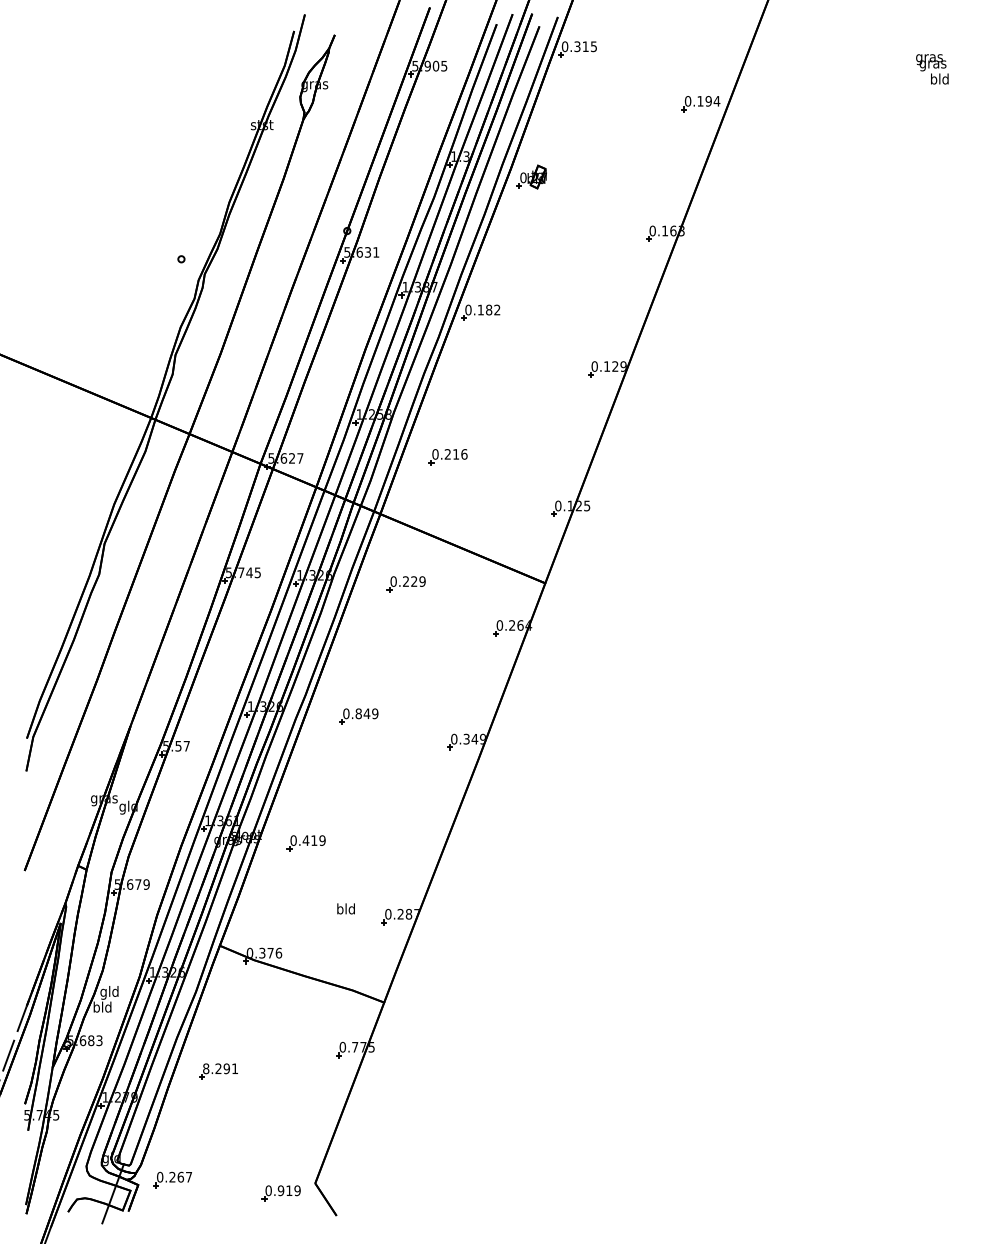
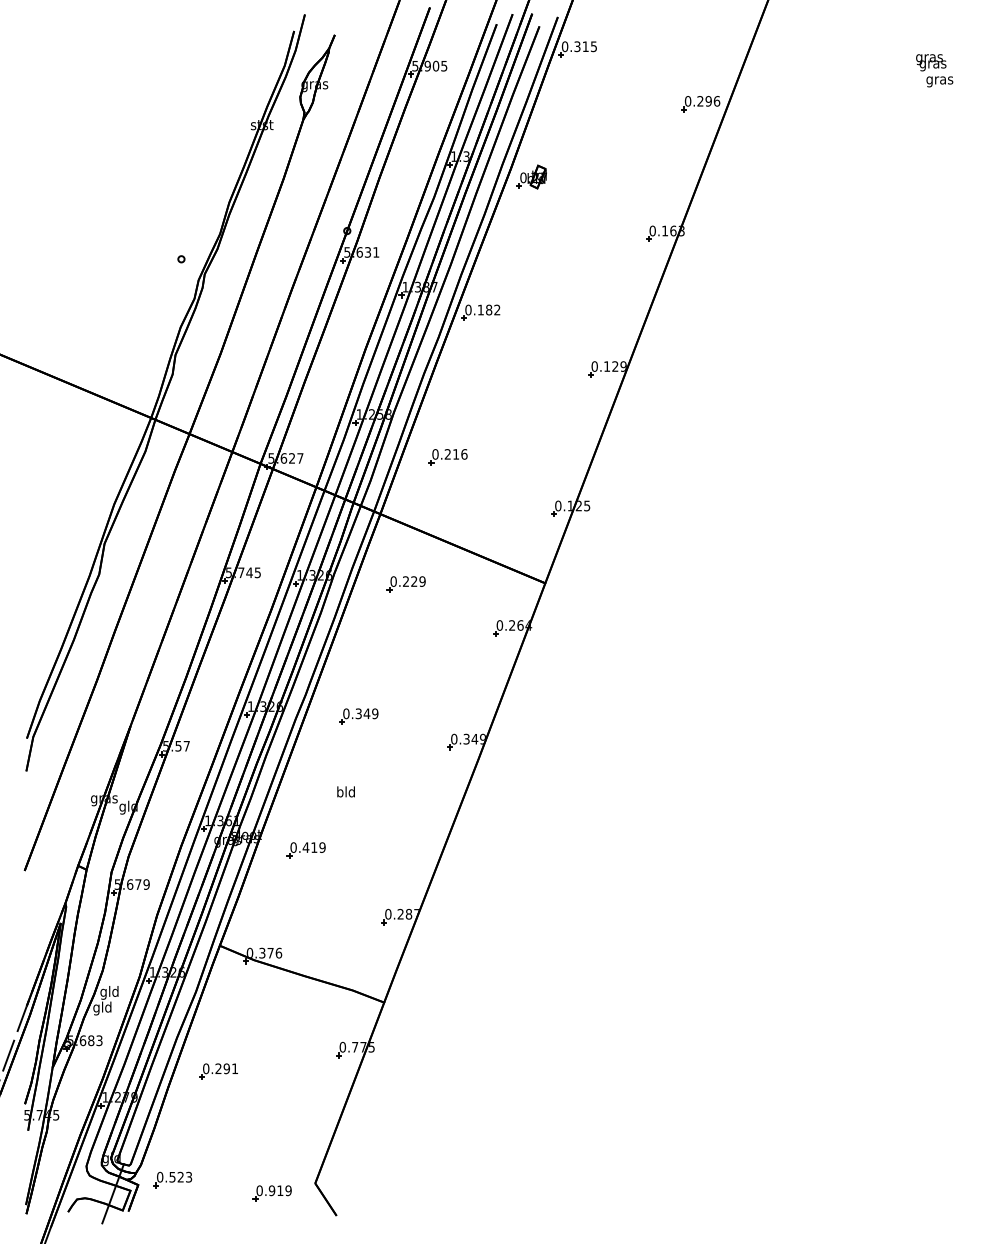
text at (939, 80): bld -> gras
text at (708, 101): 0.194 -> 0.296
text at (358, 713): 0.849 -> 0.349
part at (305, 843) position: (305, 843) -> (305, 850)
text at (345, 908) position: (345, 908) -> (345, 791)
text at (96, 1008): bld -> gld
text at (206, 1068): 8.291 -> 0.291
text at (180, 1176): 0.267 -> 0.523
part at (280, 1193) position: (280, 1193) -> (271, 1193)
